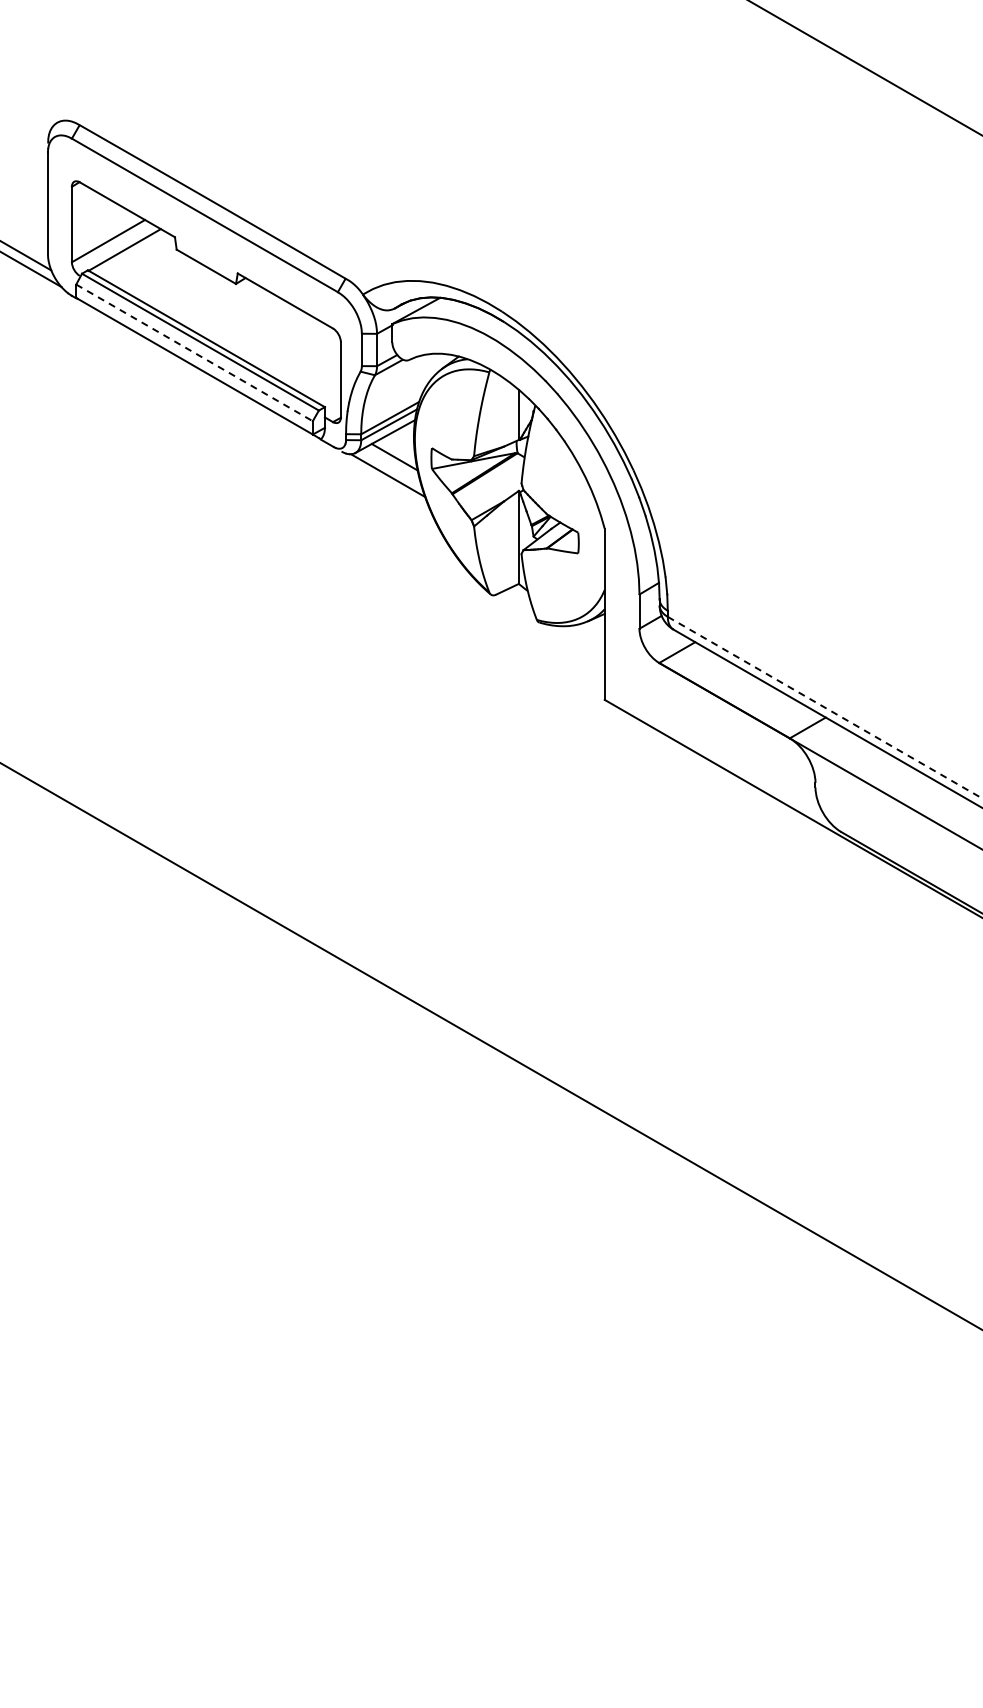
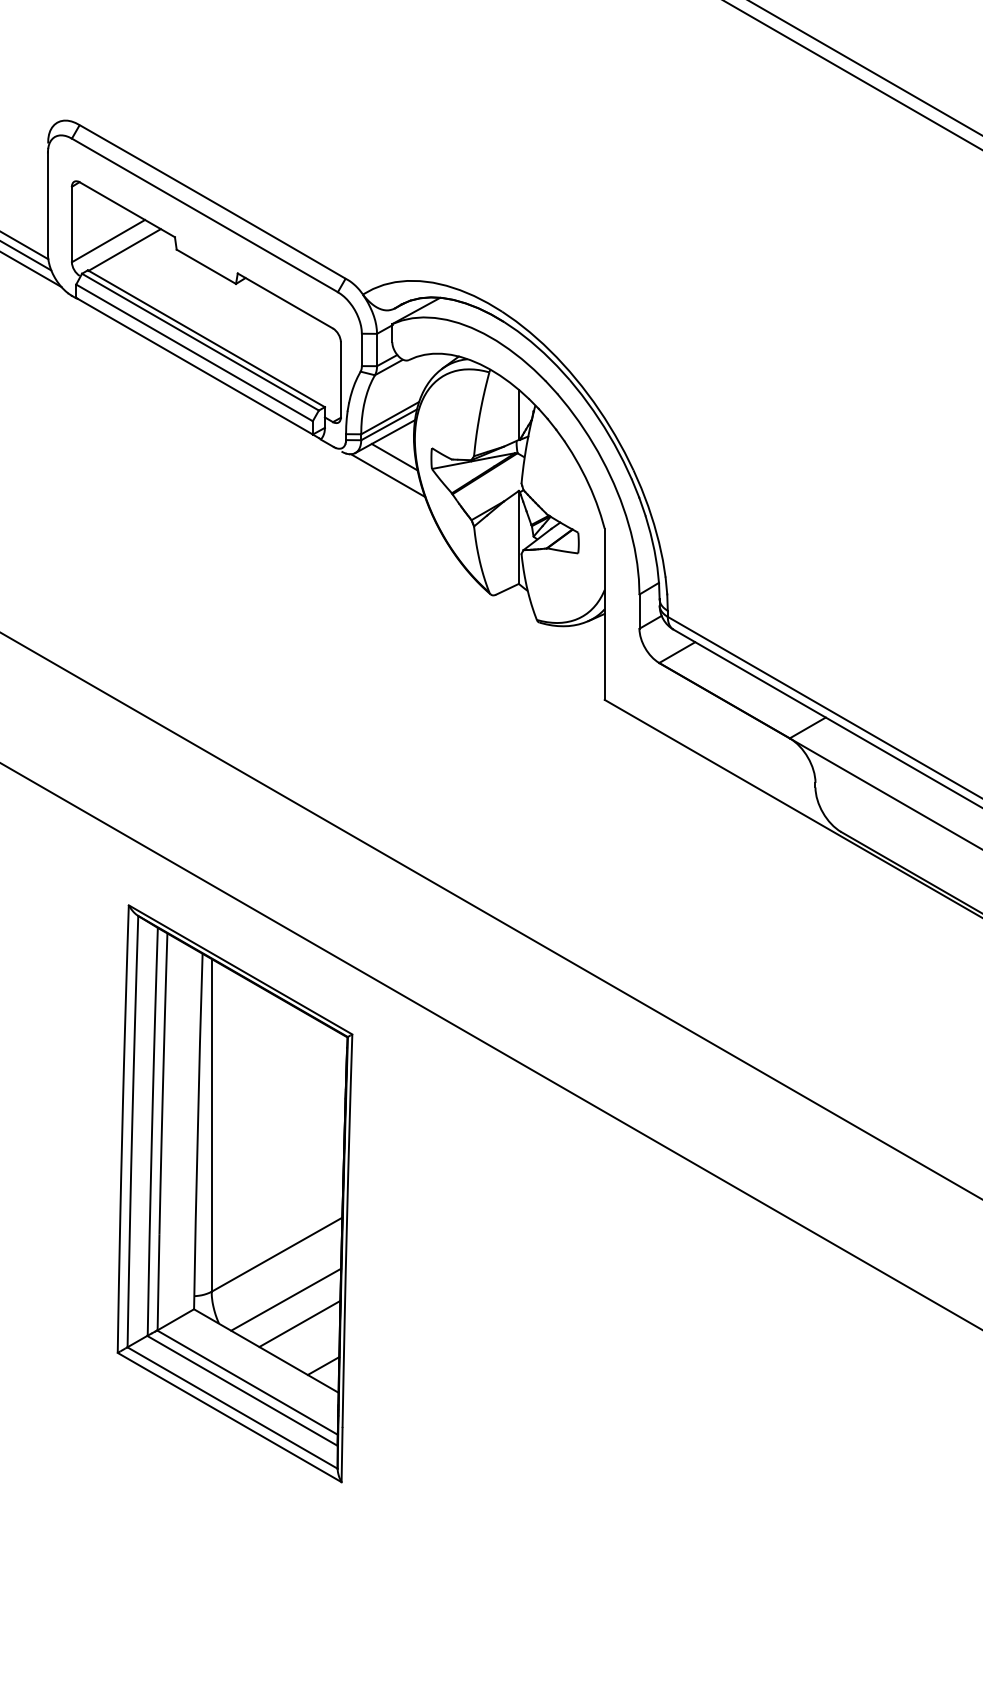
line at (852, 75): none -> present
line at (25, 245): none -> present
line at (194, 352): dashed -> solid
line at (825, 707): dashed -> solid
line at (490, 915): none -> present
part at (234, 1193): none -> present
